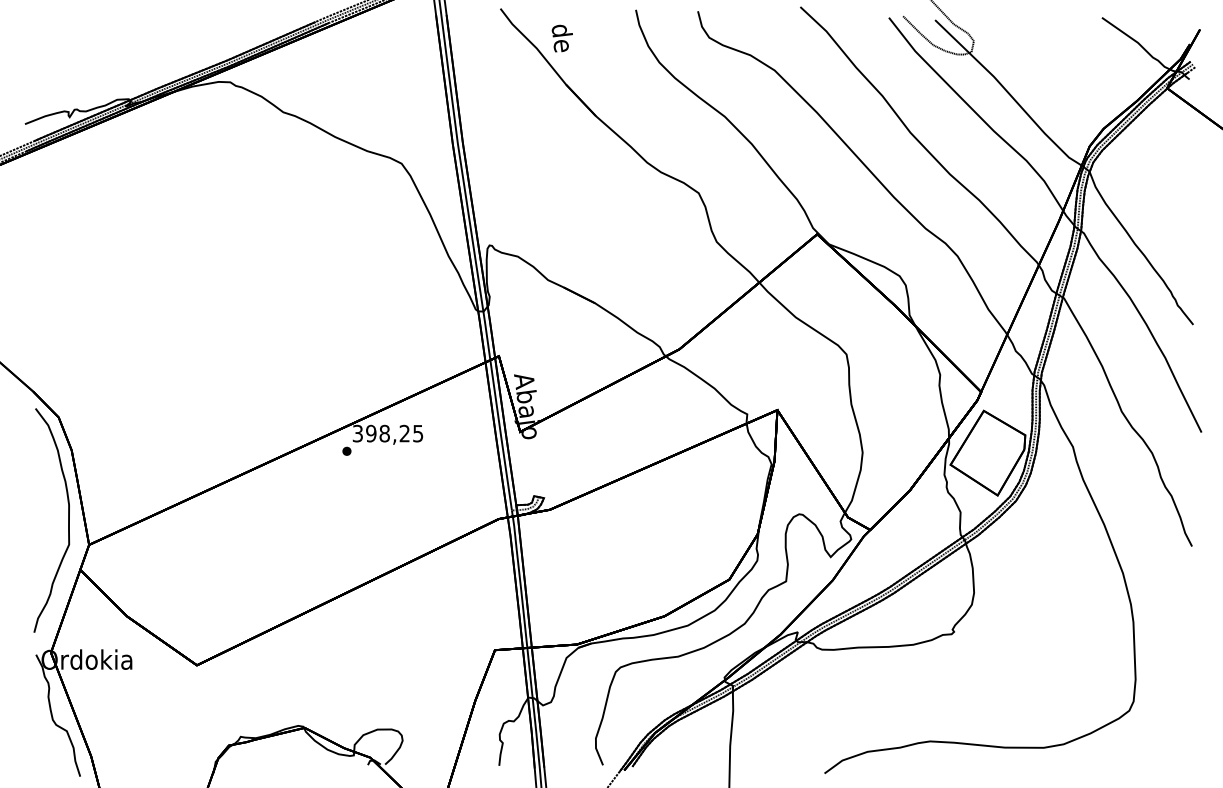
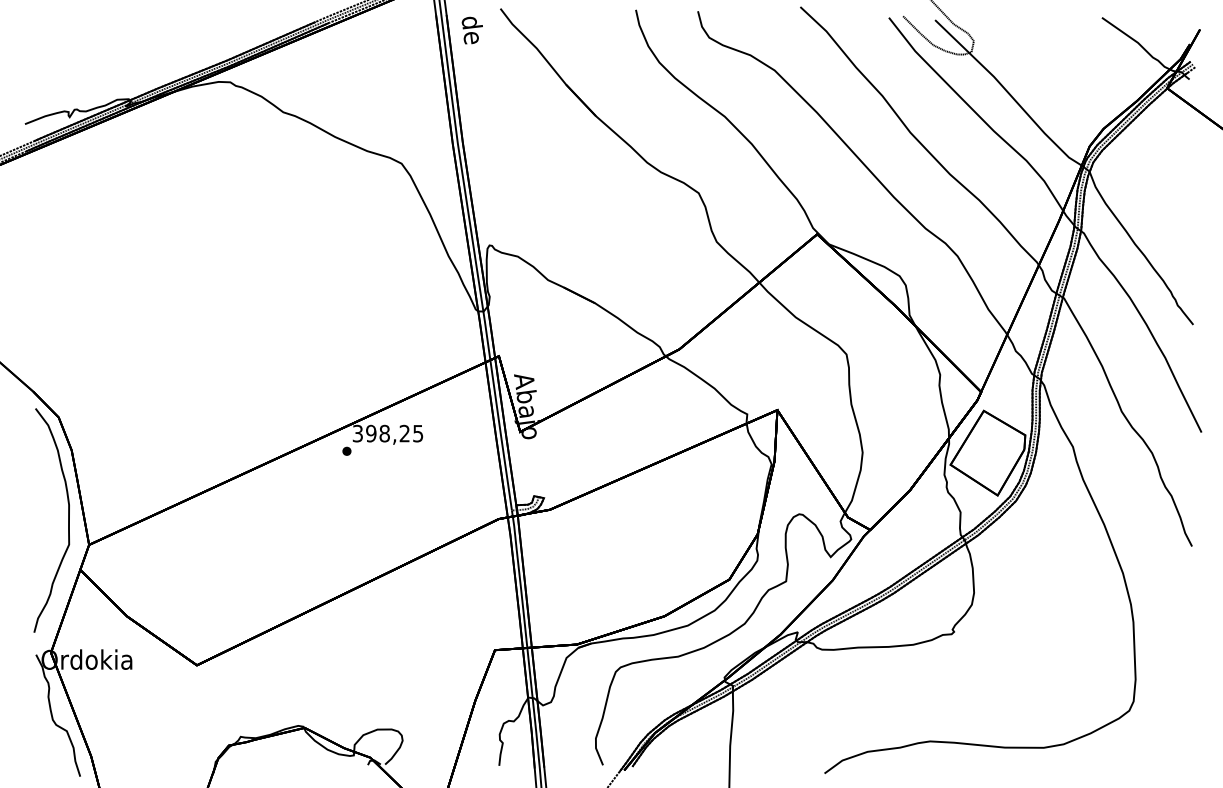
text at (561, 38) position: (561, 38) -> (471, 30)
